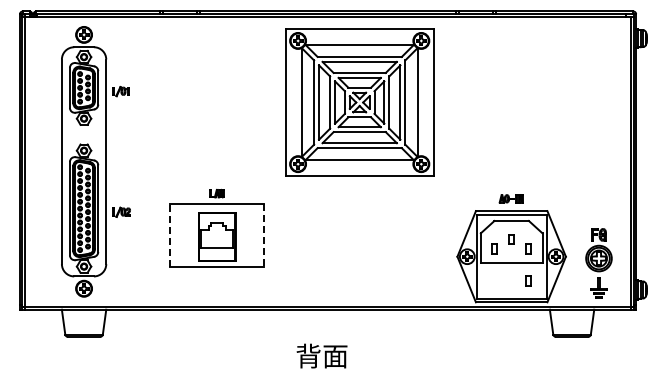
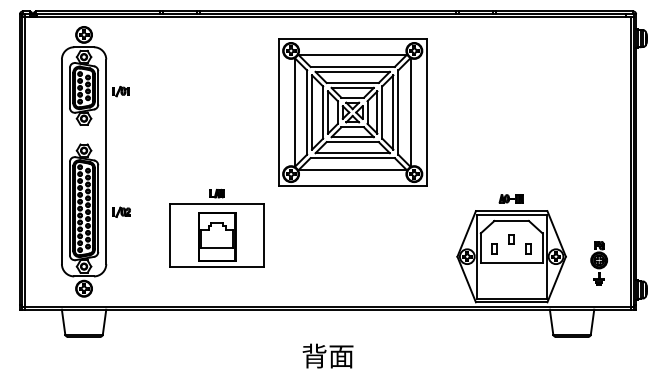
part at (359, 102) position: (359, 102) -> (352, 112)
line at (170, 235): dashed -> solid
line at (263, 236): dashed -> solid
part at (598, 263) size: 28x71 px -> 19x45 px
part at (528, 280): present -> none
text at (321, 355) position: (321, 355) -> (327, 355)
